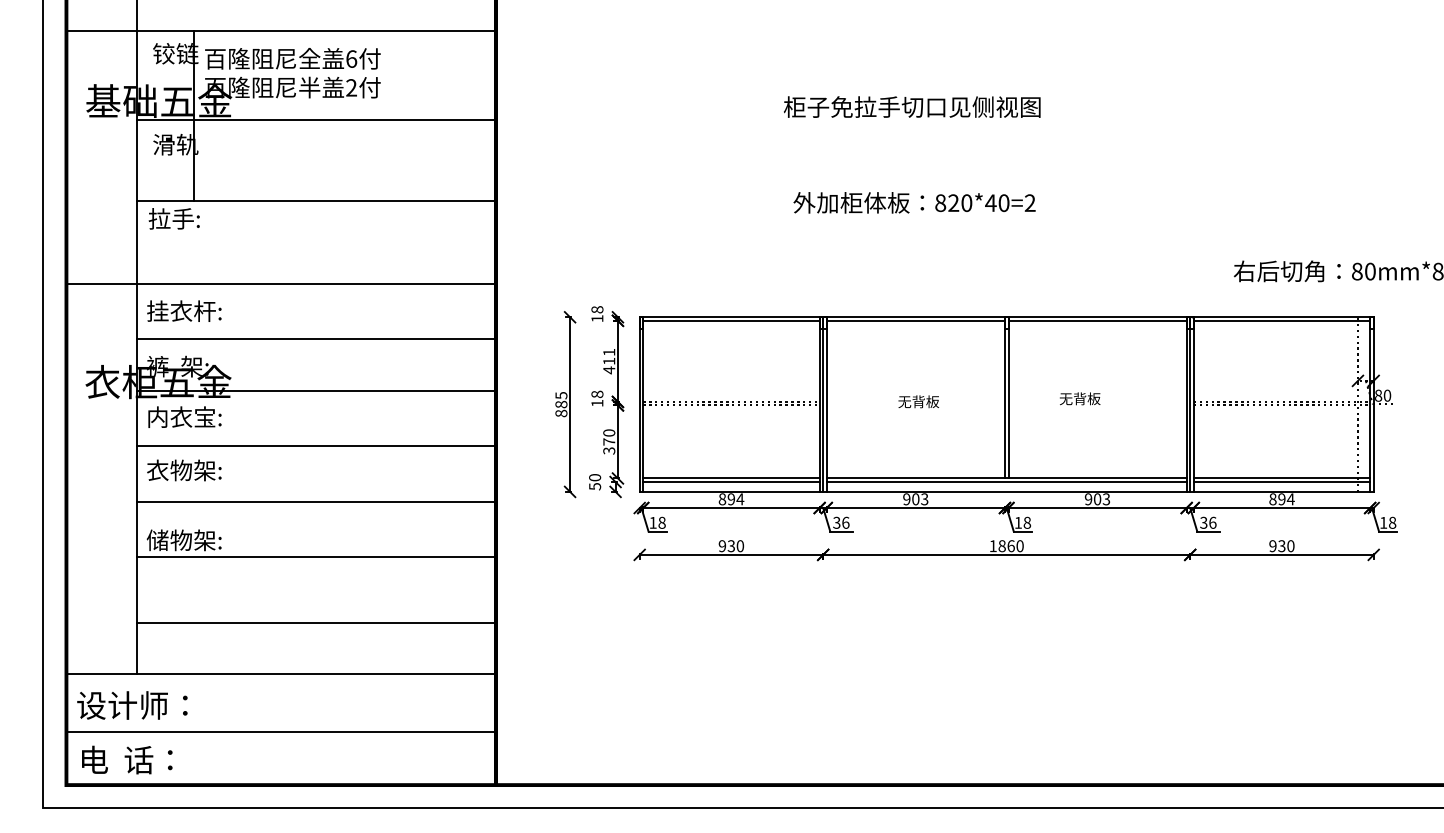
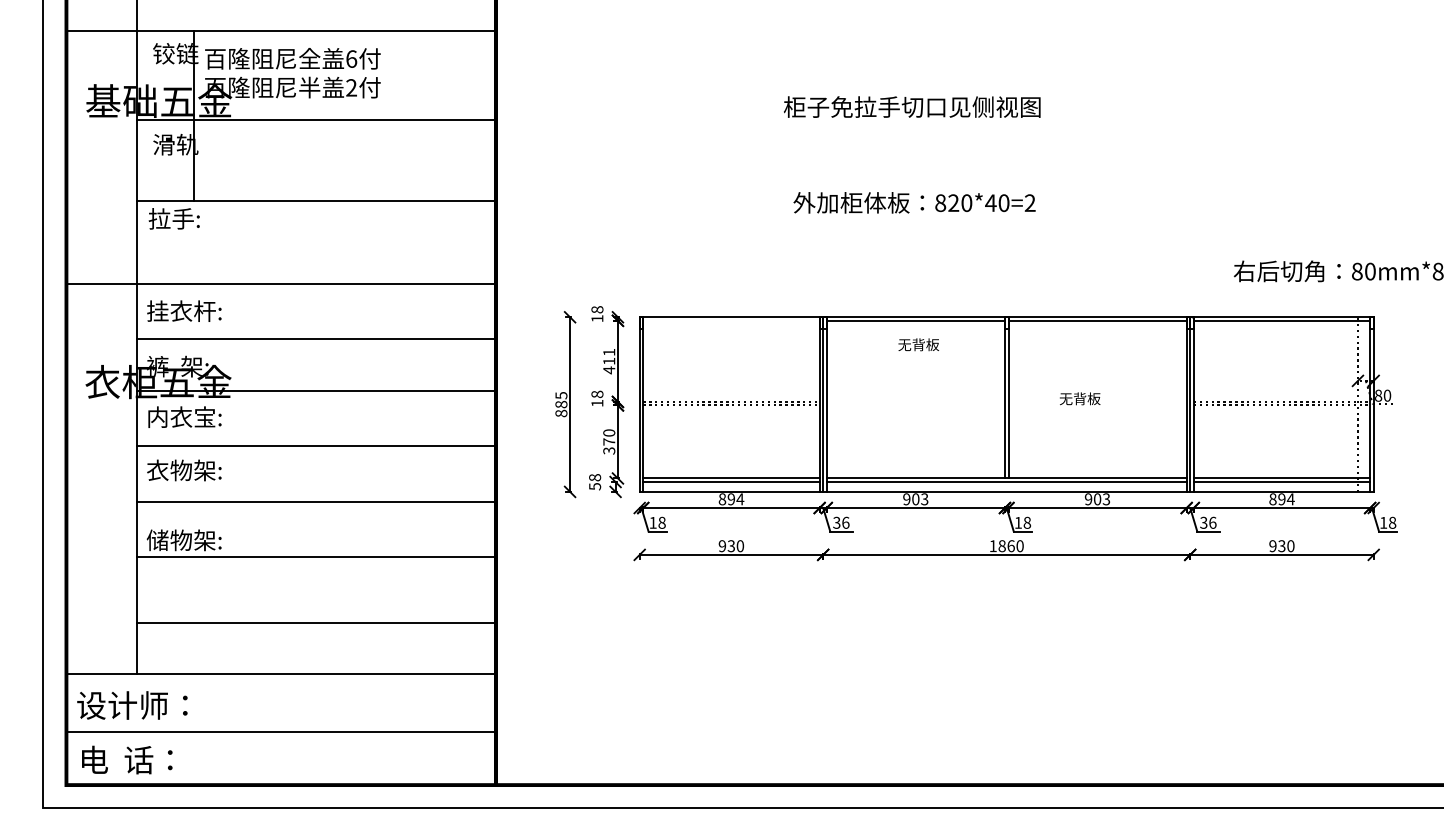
line at (731, 320): present -> none
text at (918, 401) position: (918, 401) -> (918, 344)
text at (594, 477): 50 -> 58
